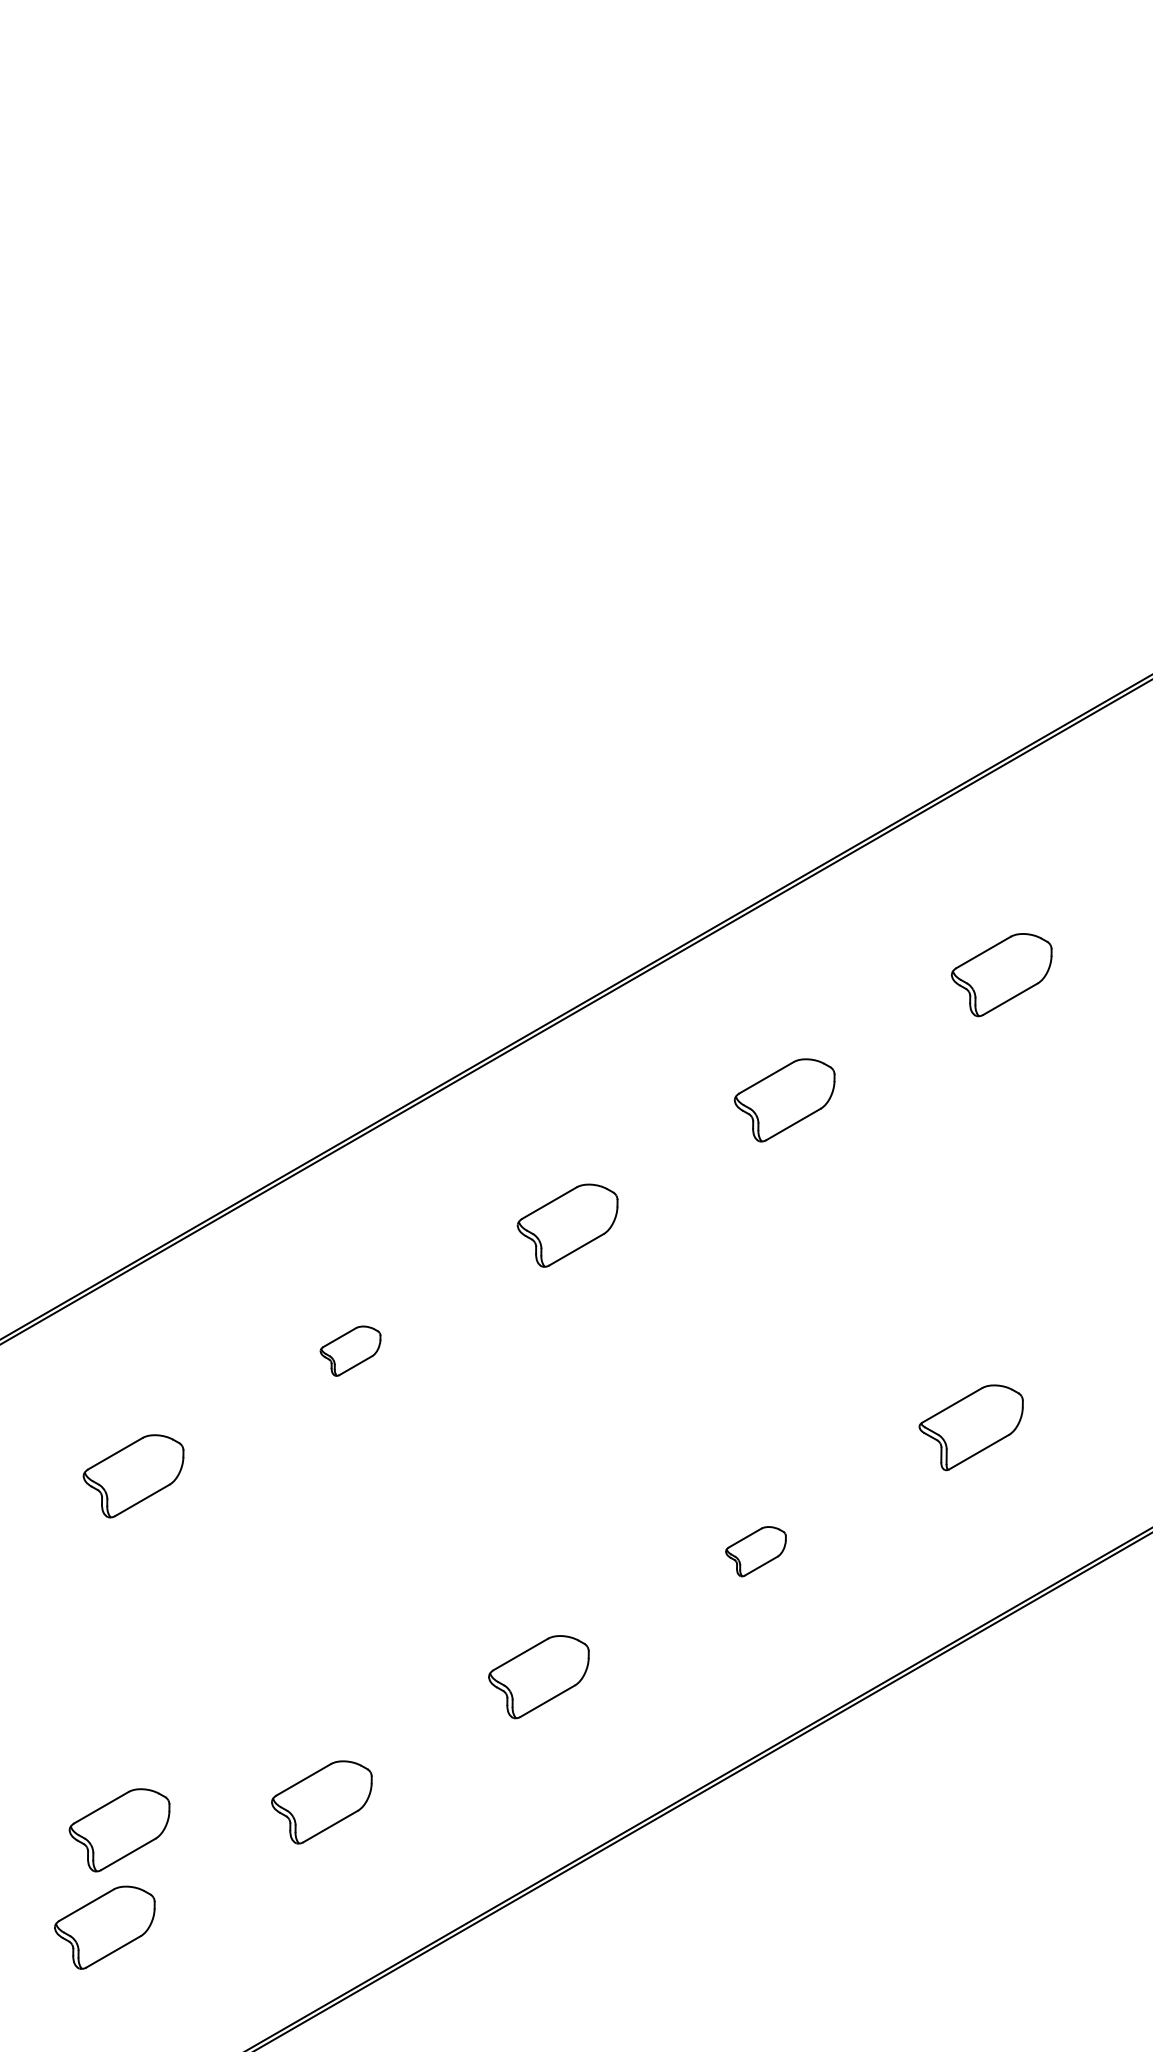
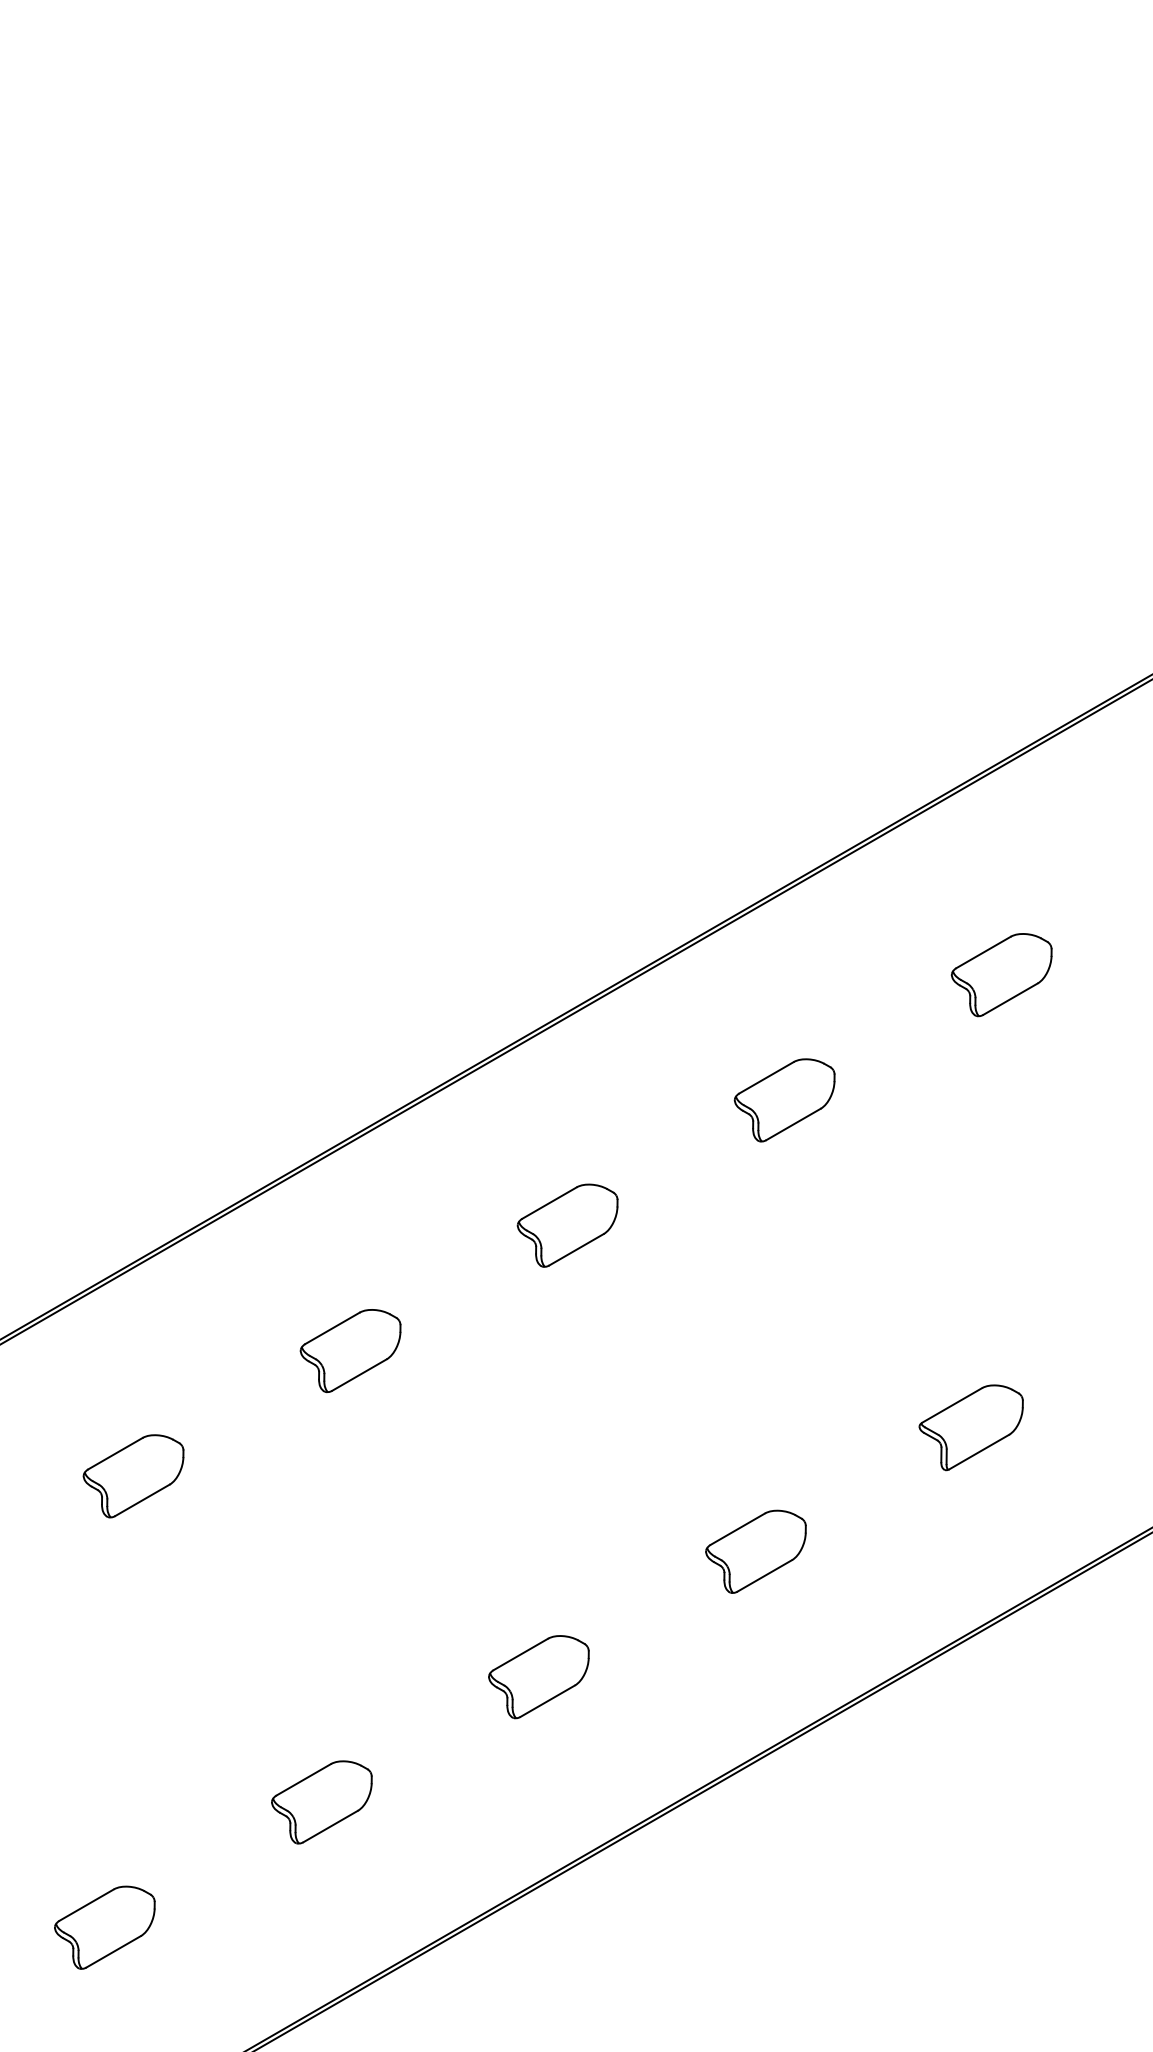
part at (350, 1350) size: 63x52 px -> 103x85 px
part at (755, 1551) size: 62x52 px -> 102x85 px
part at (119, 1830): present -> none
